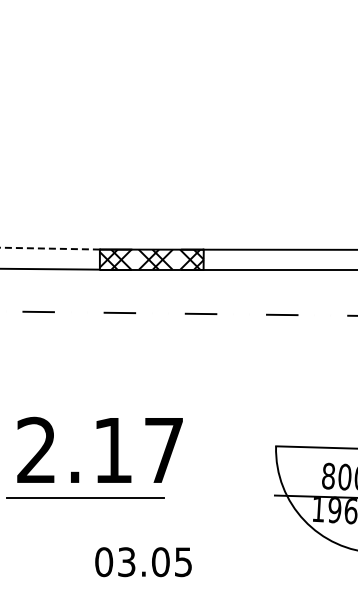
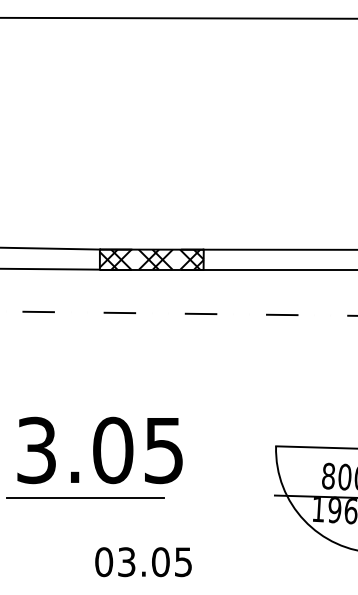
line at (178, 17): none -> present
line at (50, 248): dashed -> solid
text at (99, 450): 2.17 -> 3.05
